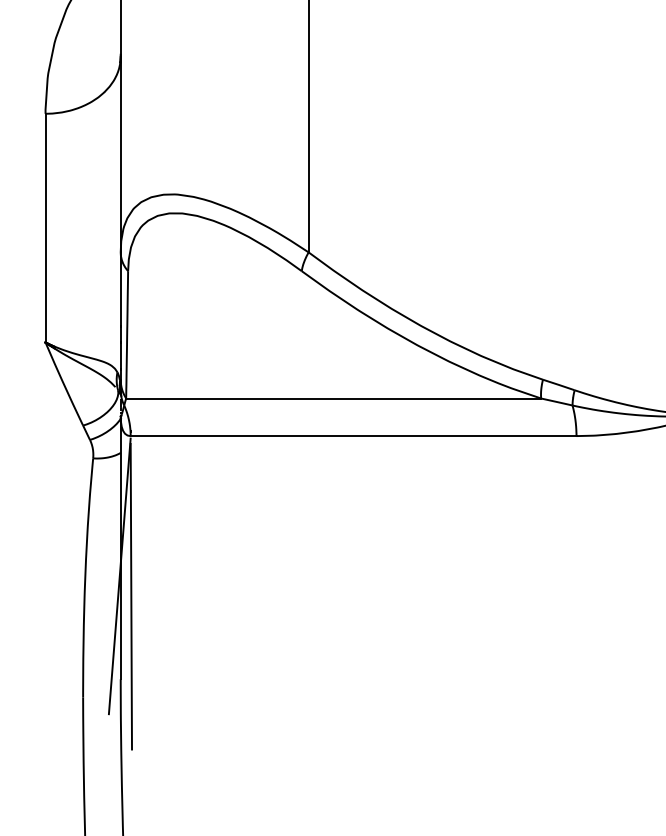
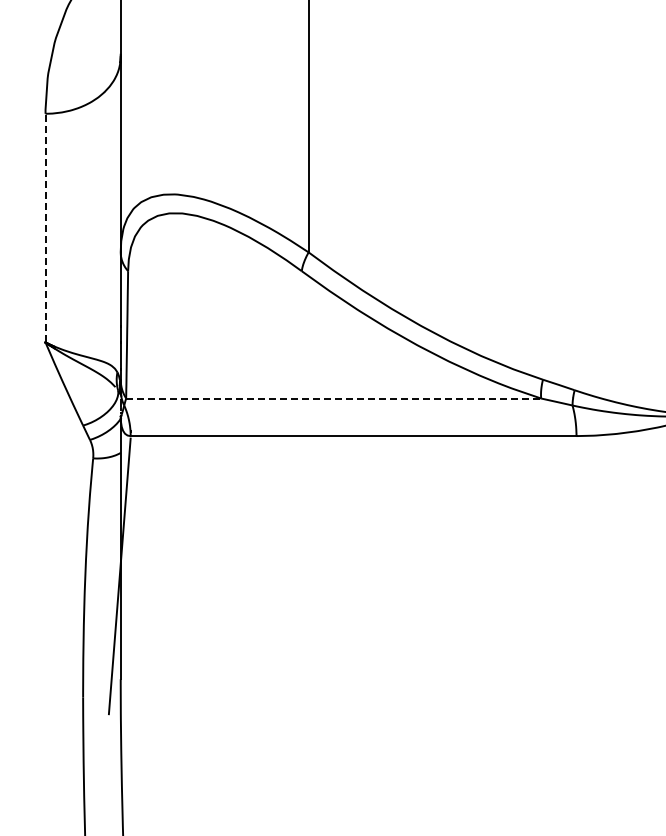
line at (45, 227): solid -> dashed
line at (334, 398): solid -> dashed
line at (131, 596): present -> none
